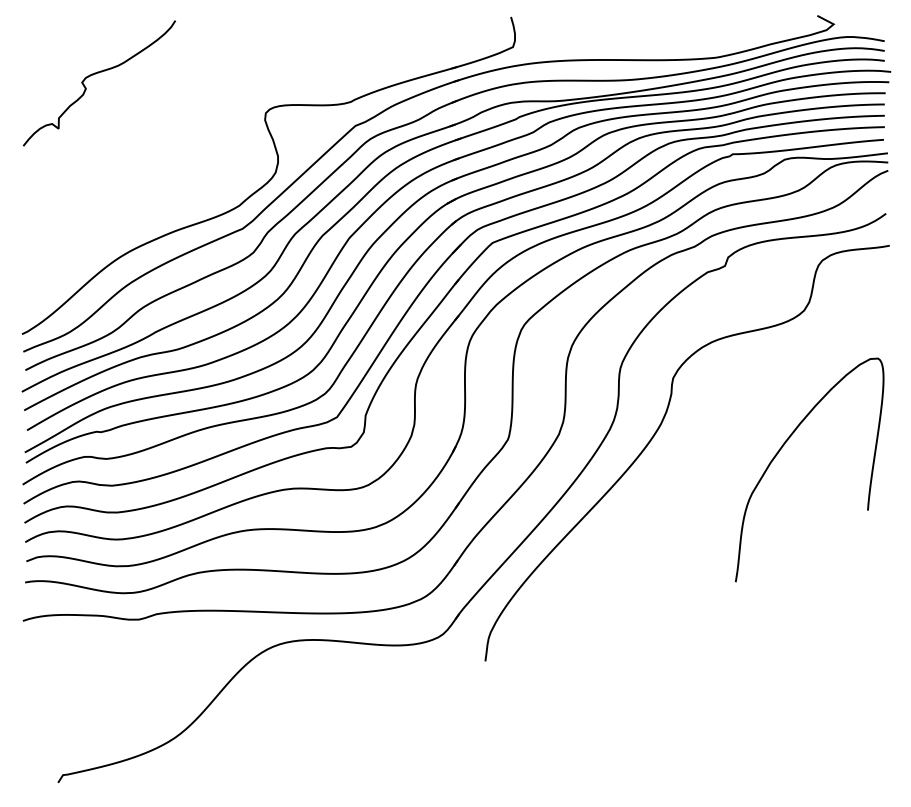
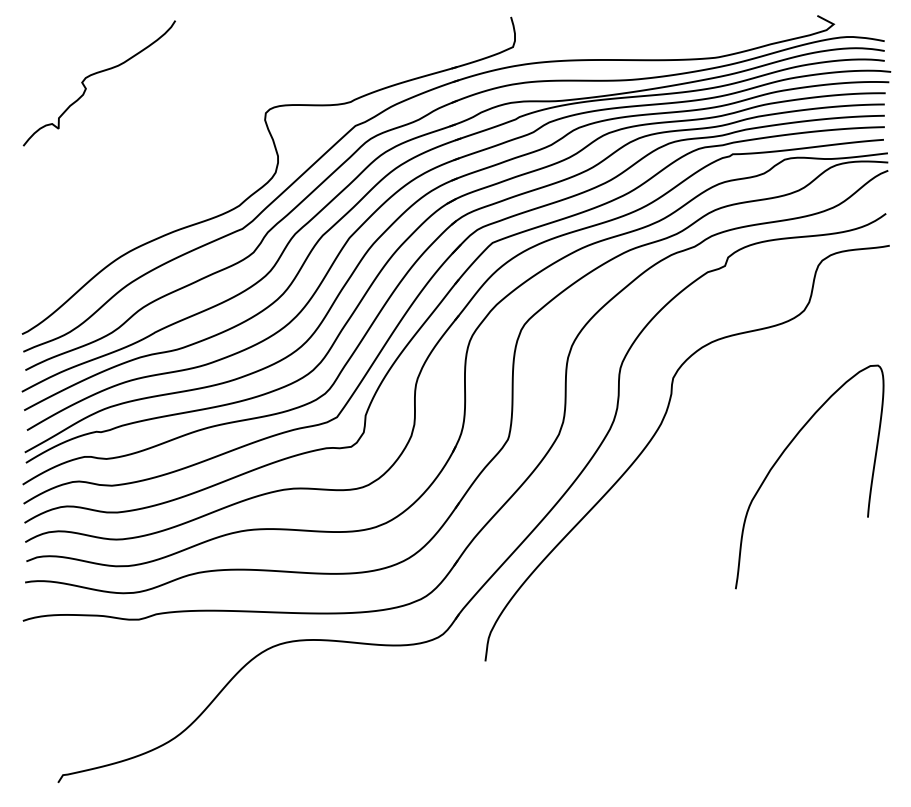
curve at (782, 448) position: (782, 448) -> (782, 455)
